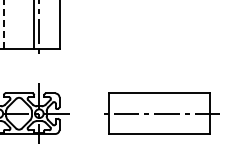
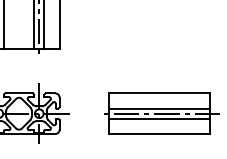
line at (3, 24): dashed -> solid
line at (44, 25): none -> present
line at (158, 108): none -> present
line at (158, 118): none -> present
